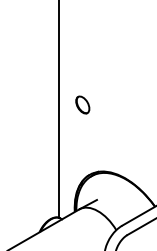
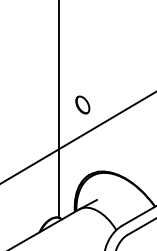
line at (77, 137): none -> present
